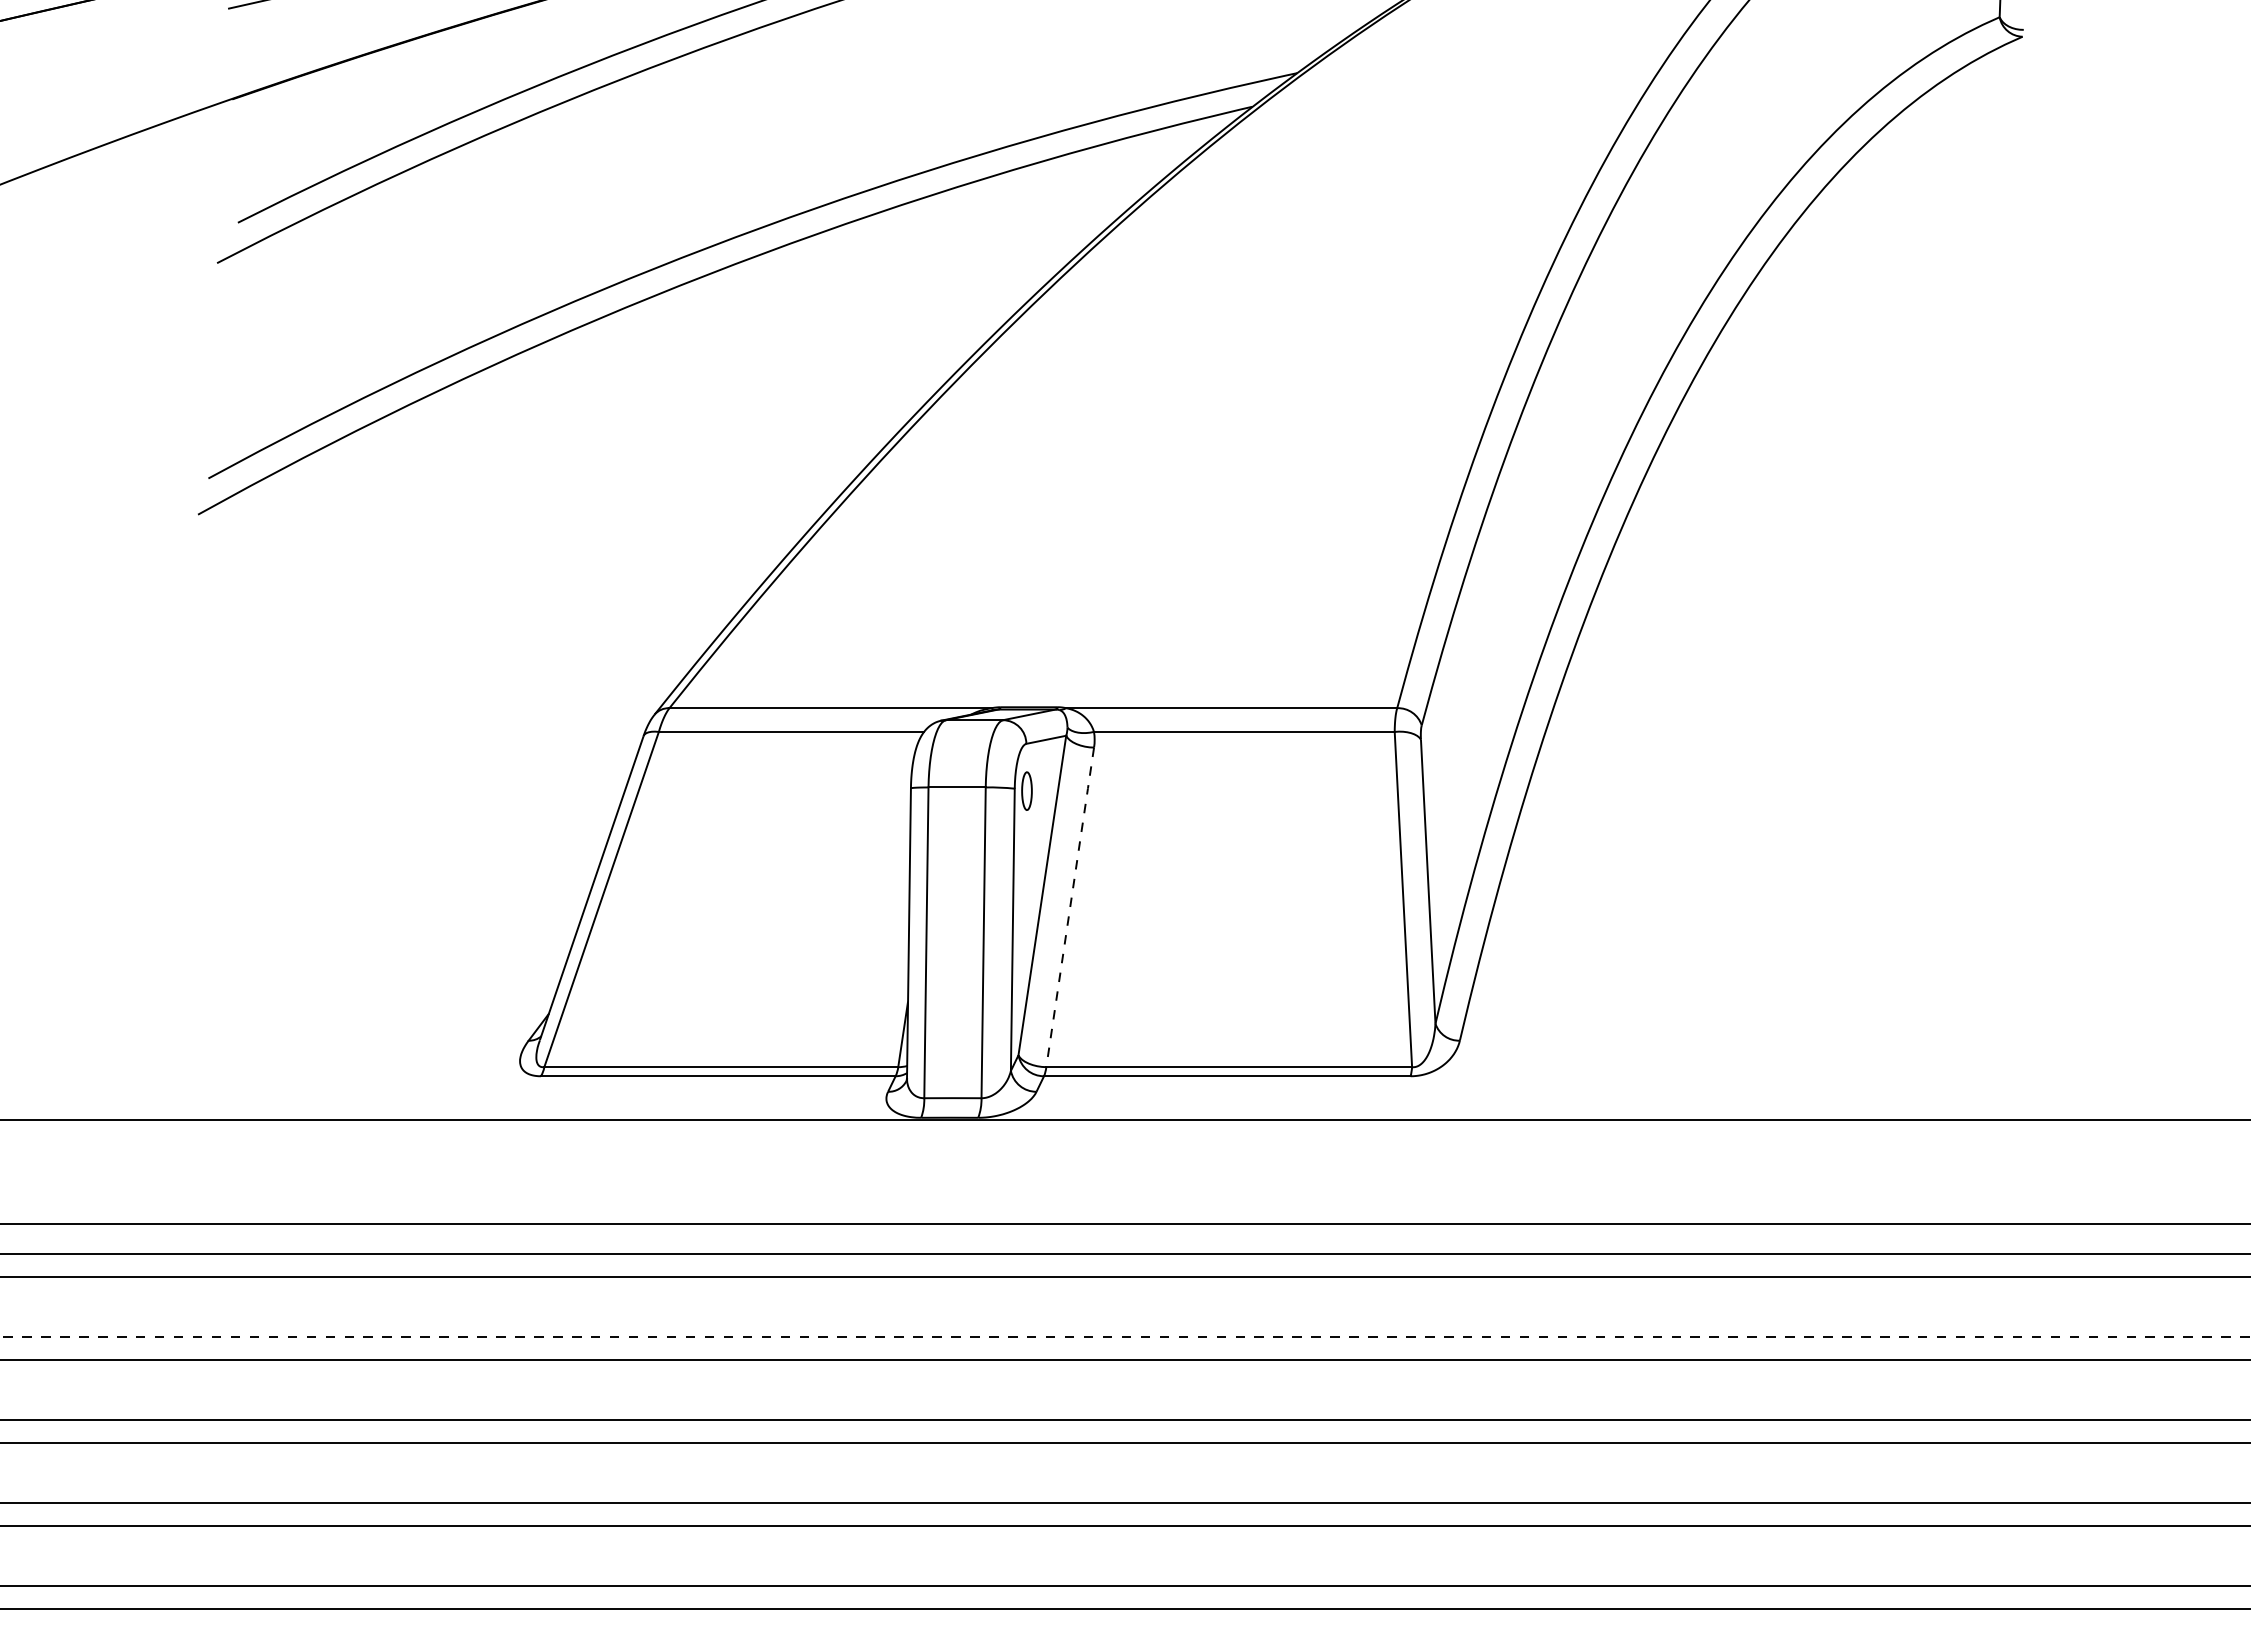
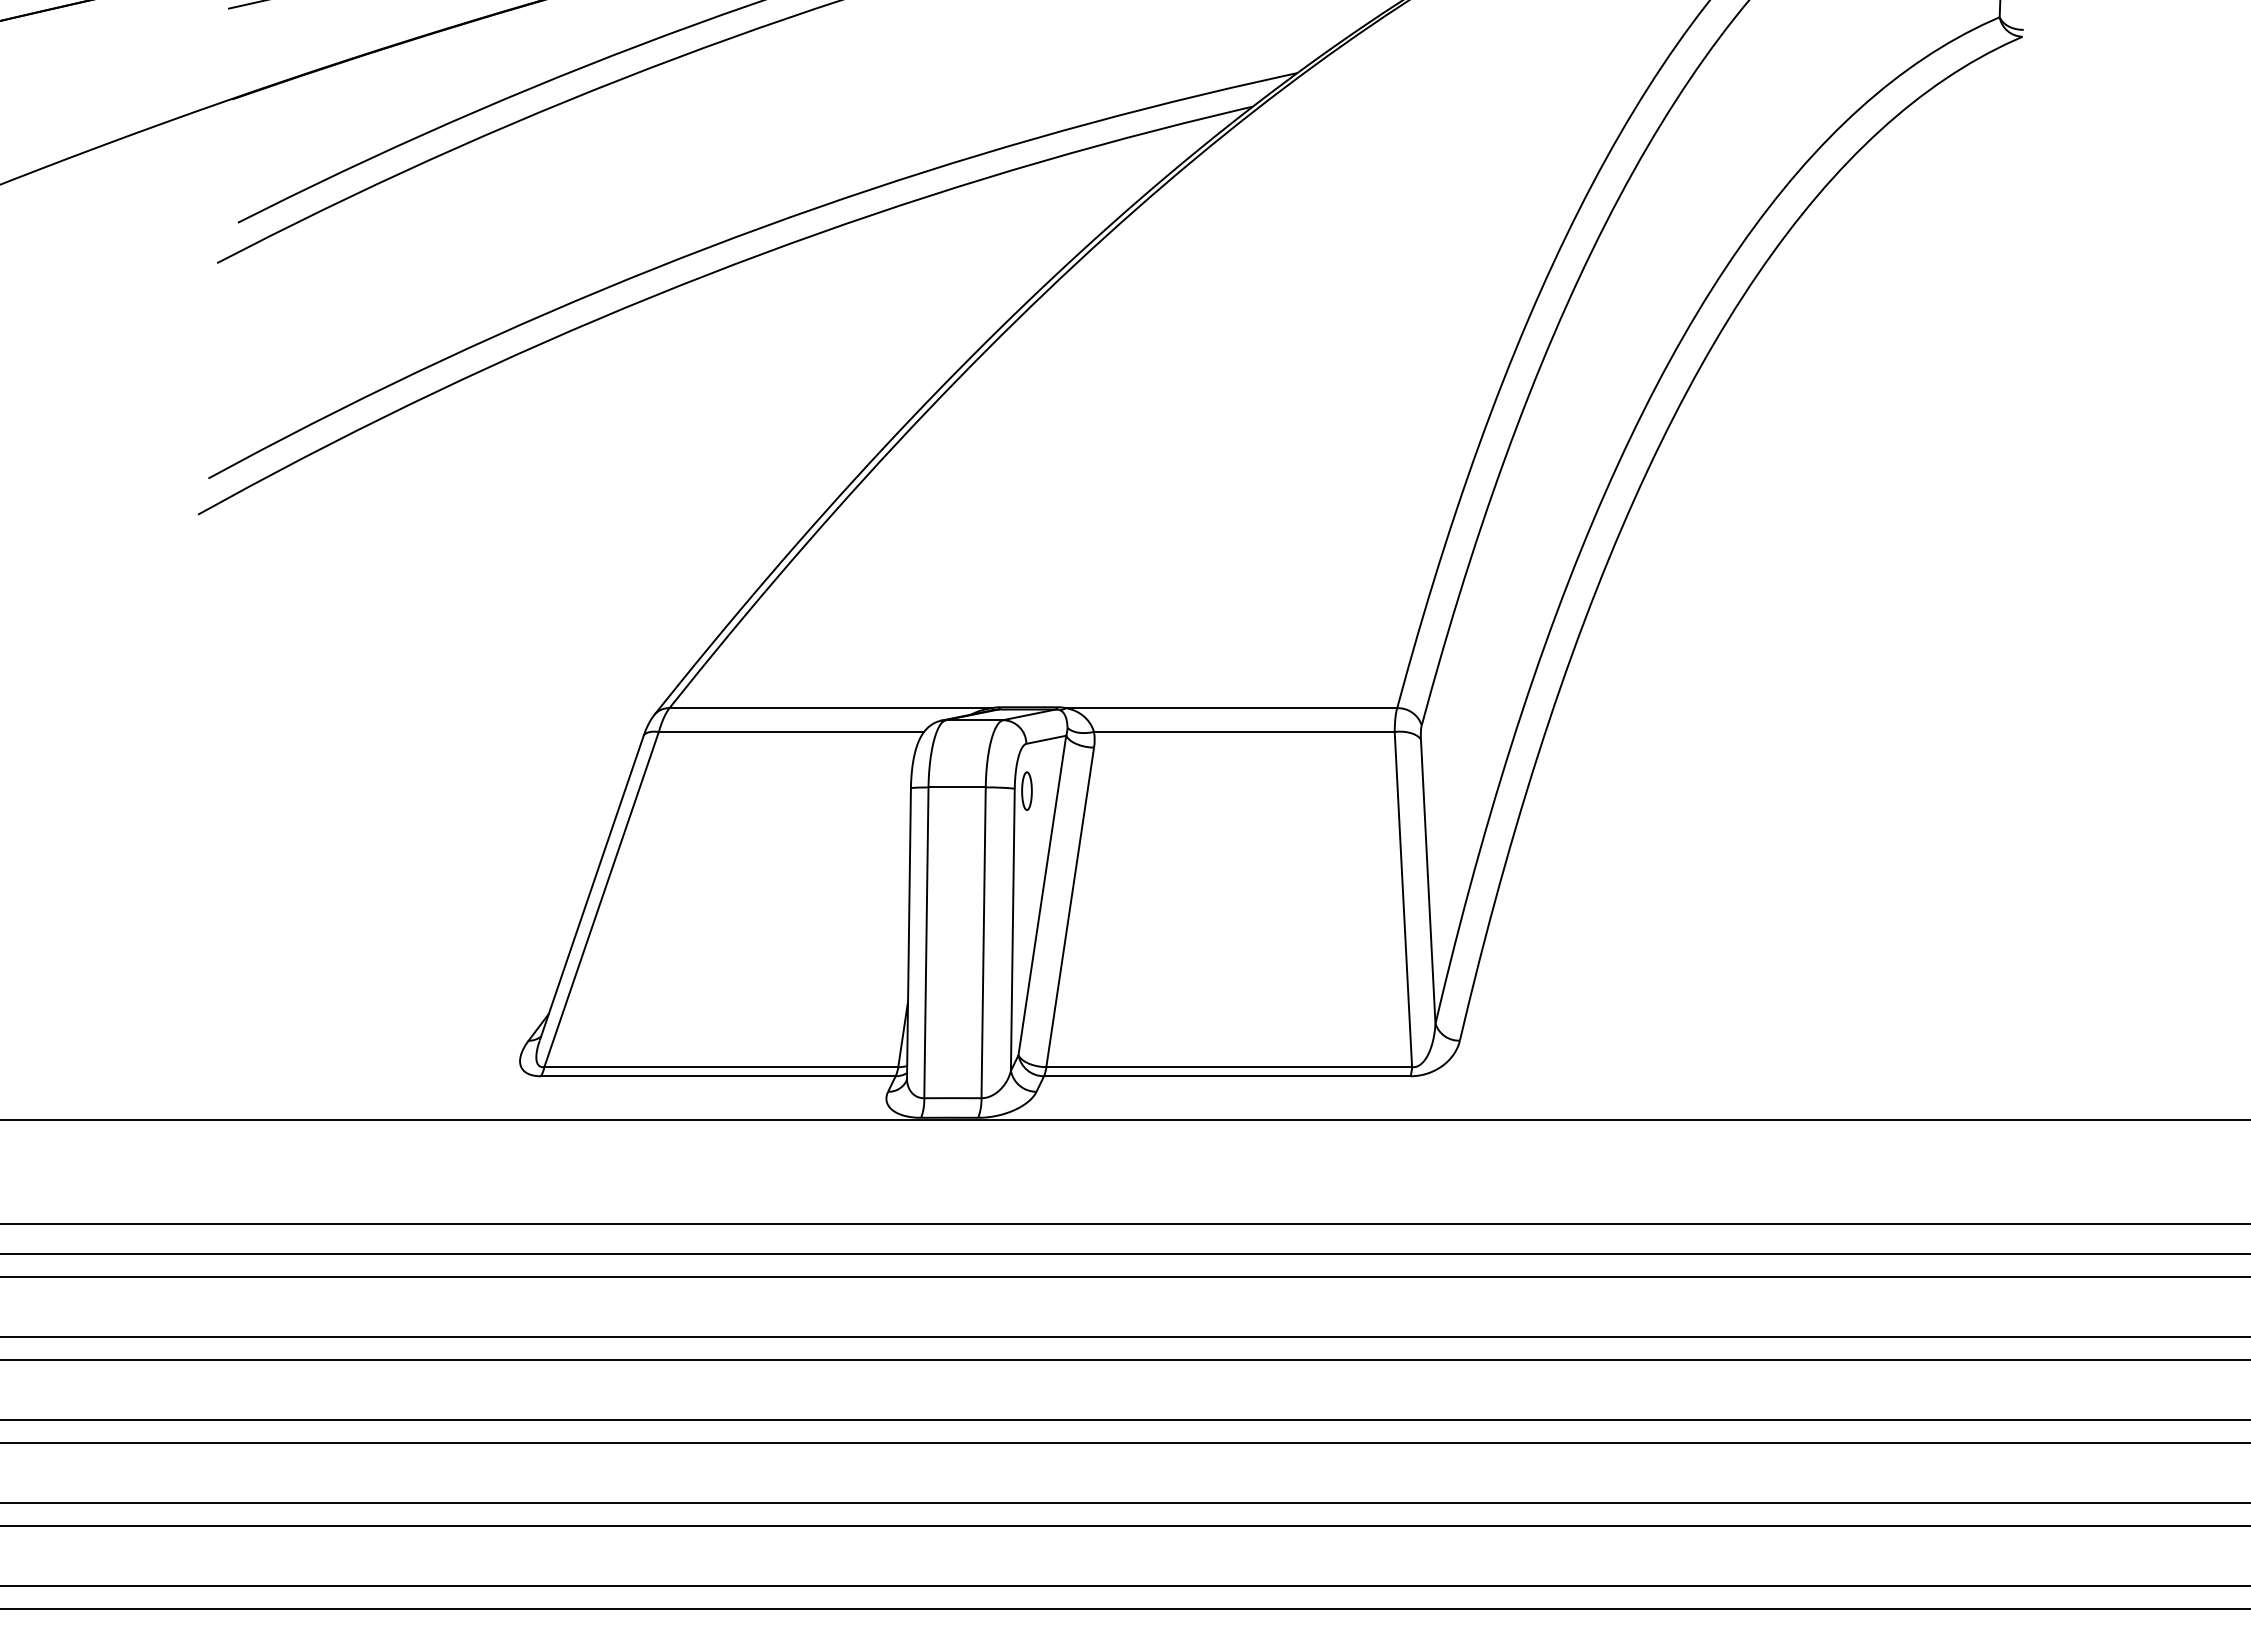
line at (1070, 907): dashed -> solid
line at (1125, 1337): dashed -> solid
